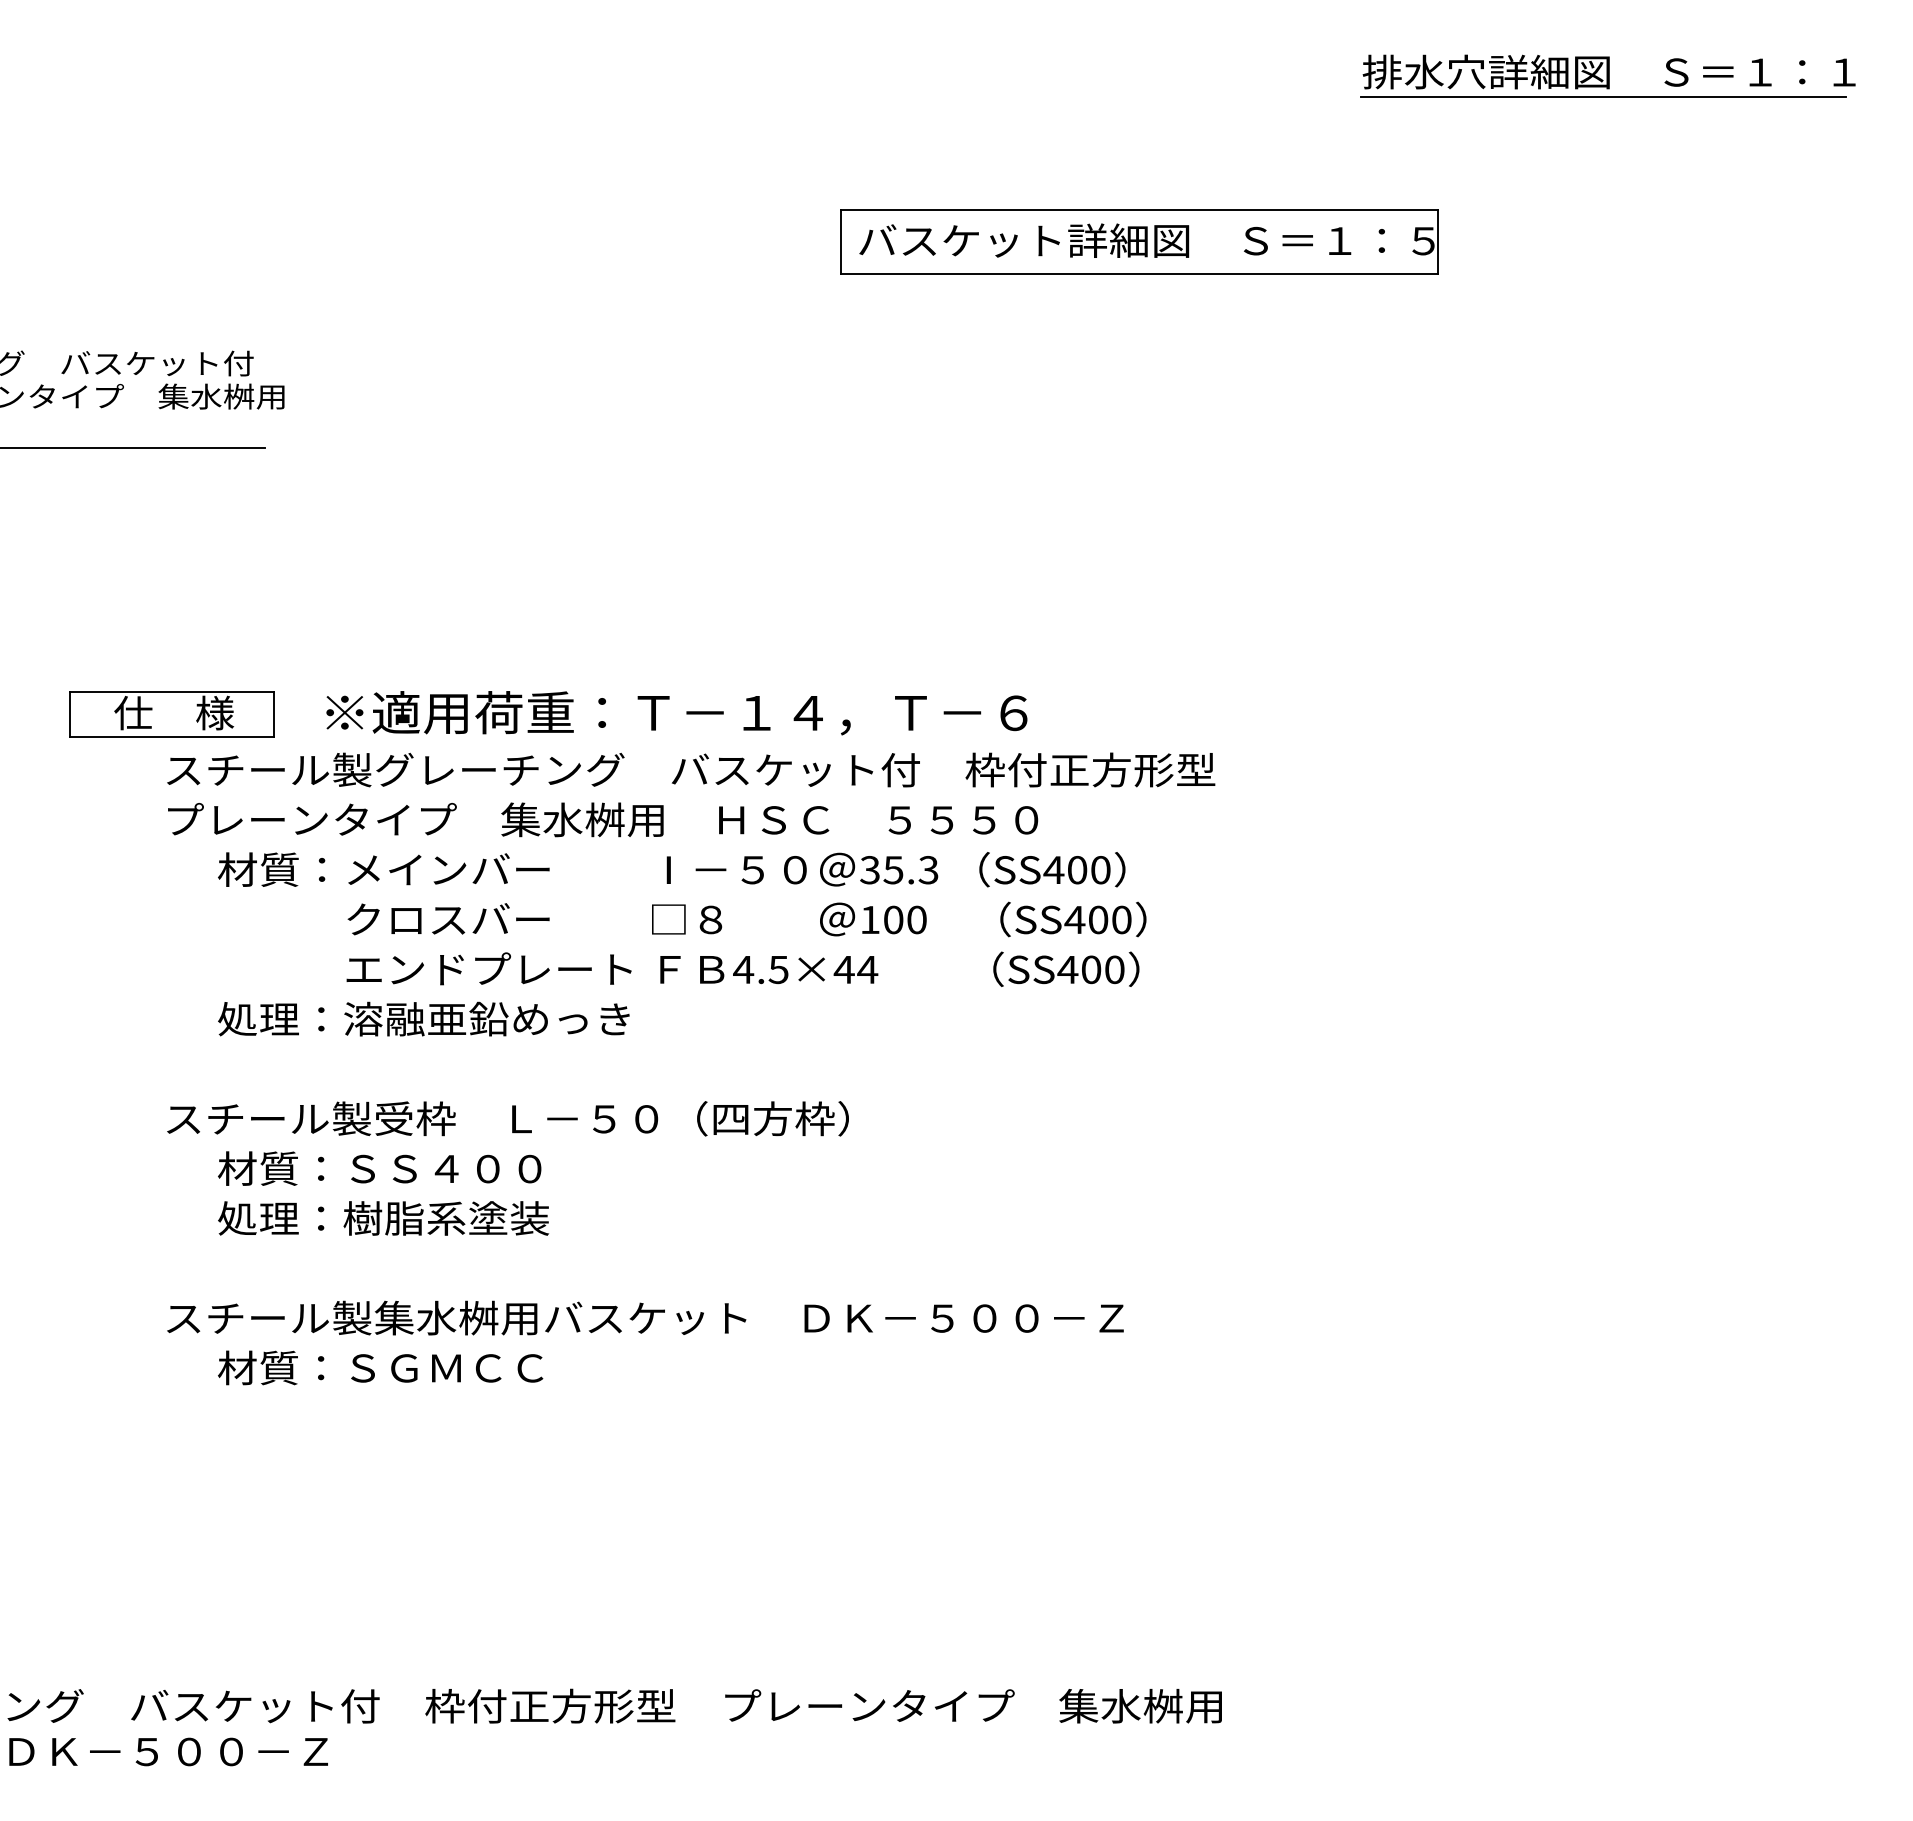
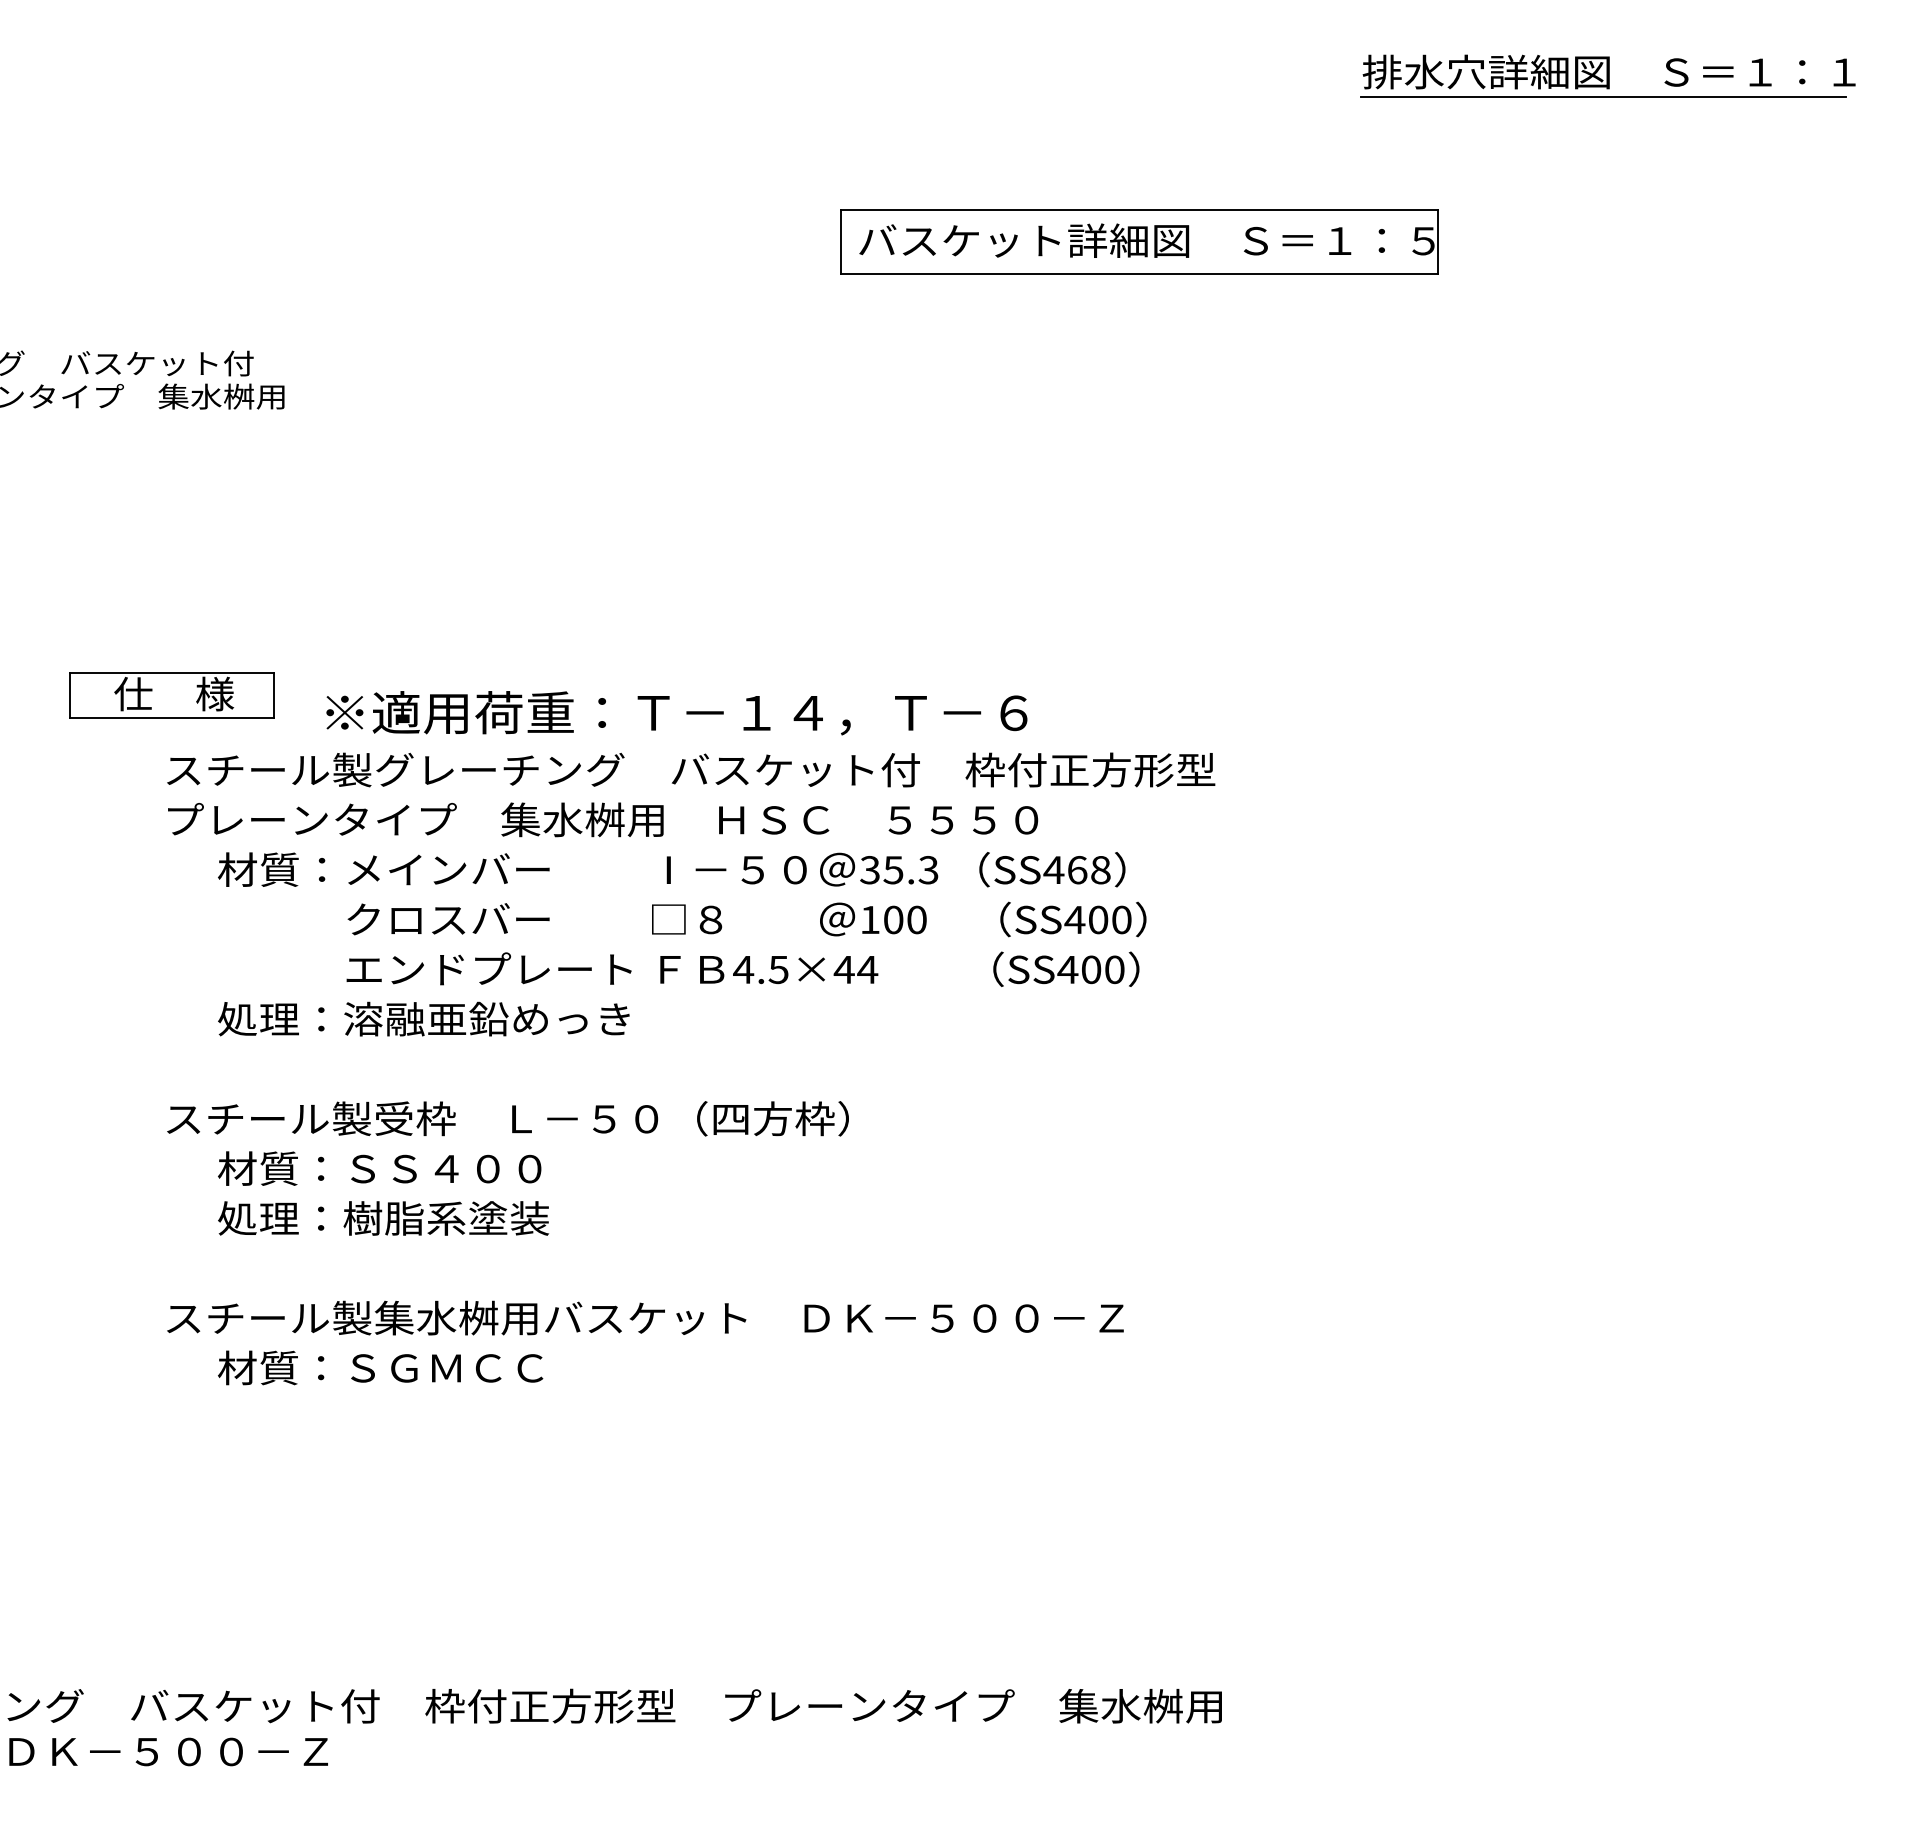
line at (133, 447): present -> none
part at (171, 714) position: (171, 714) -> (171, 695)
text at (1089, 870): SS400 -> SS468
